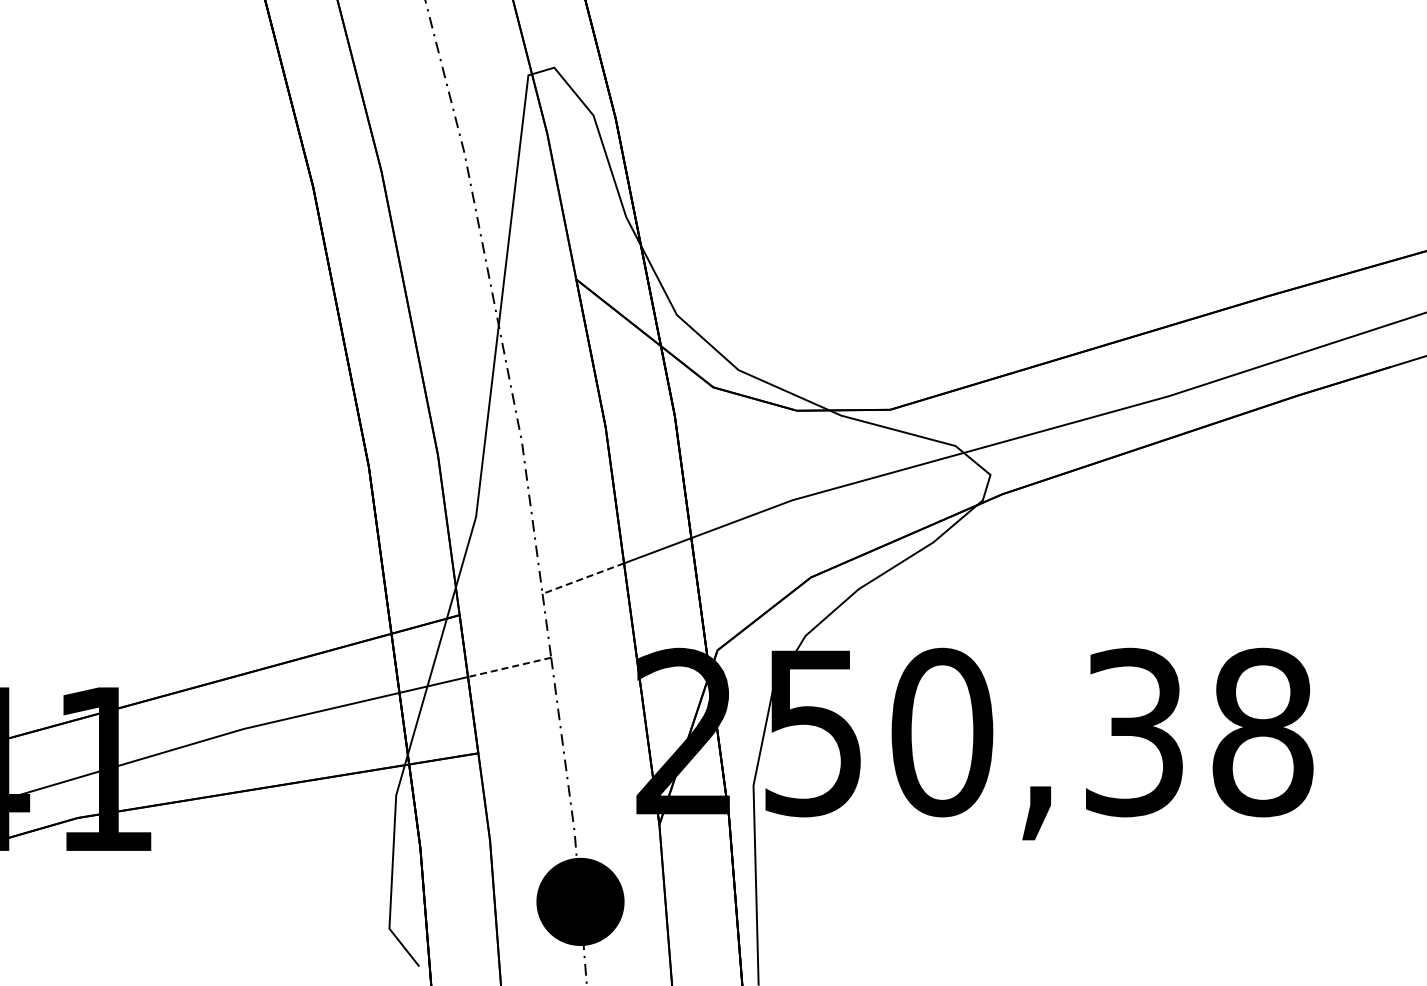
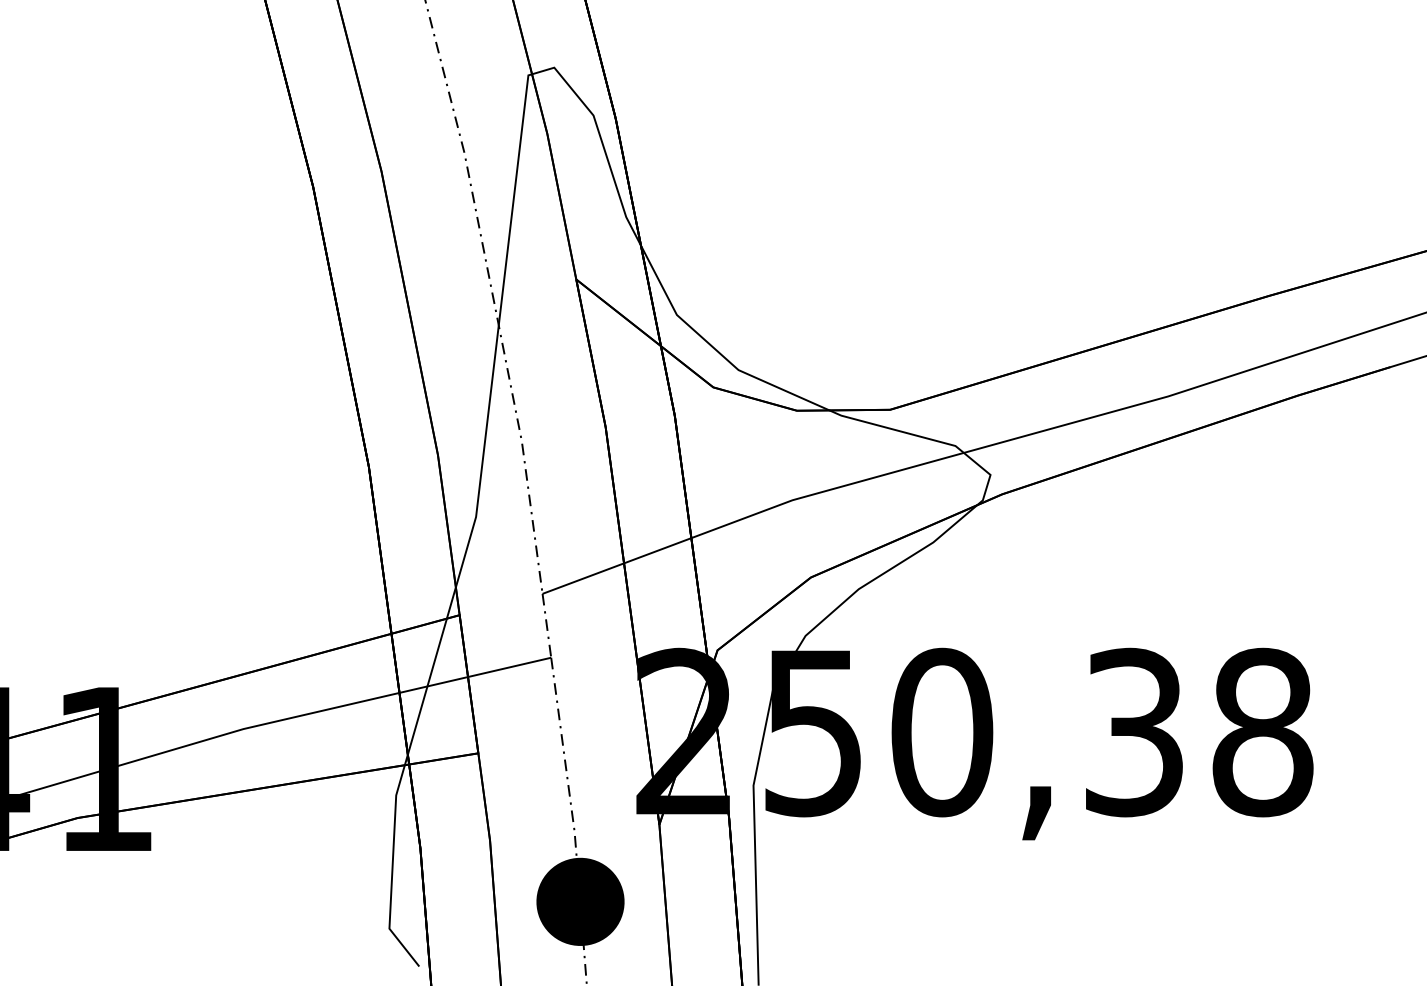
line at (583, 578): dashed -> solid
line at (509, 667): dashed -> solid
